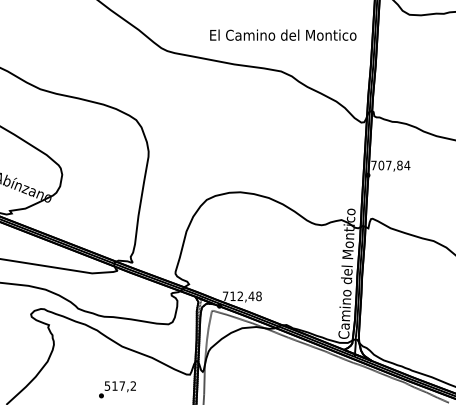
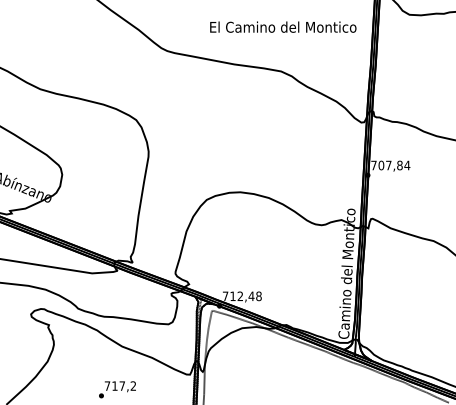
text at (283, 34) position: (283, 34) -> (283, 26)
text at (107, 385): 517,2 -> 717,2
